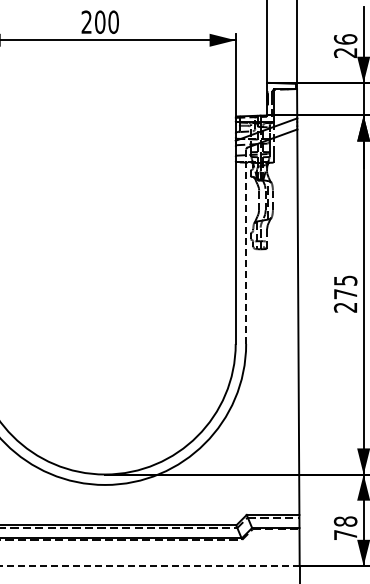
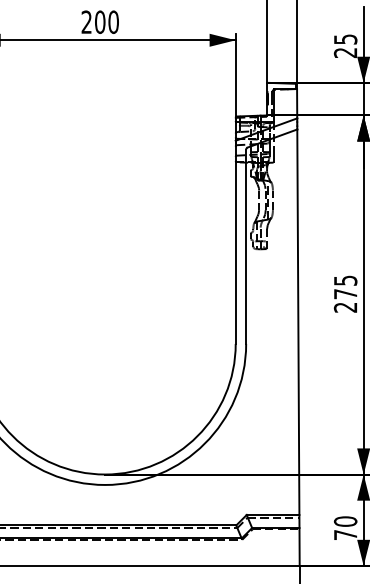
text at (345, 39): 26 -> 25
line at (246, 246): dashed -> solid
text at (345, 521): 78 -> 70
line at (150, 565): dashed -> solid
